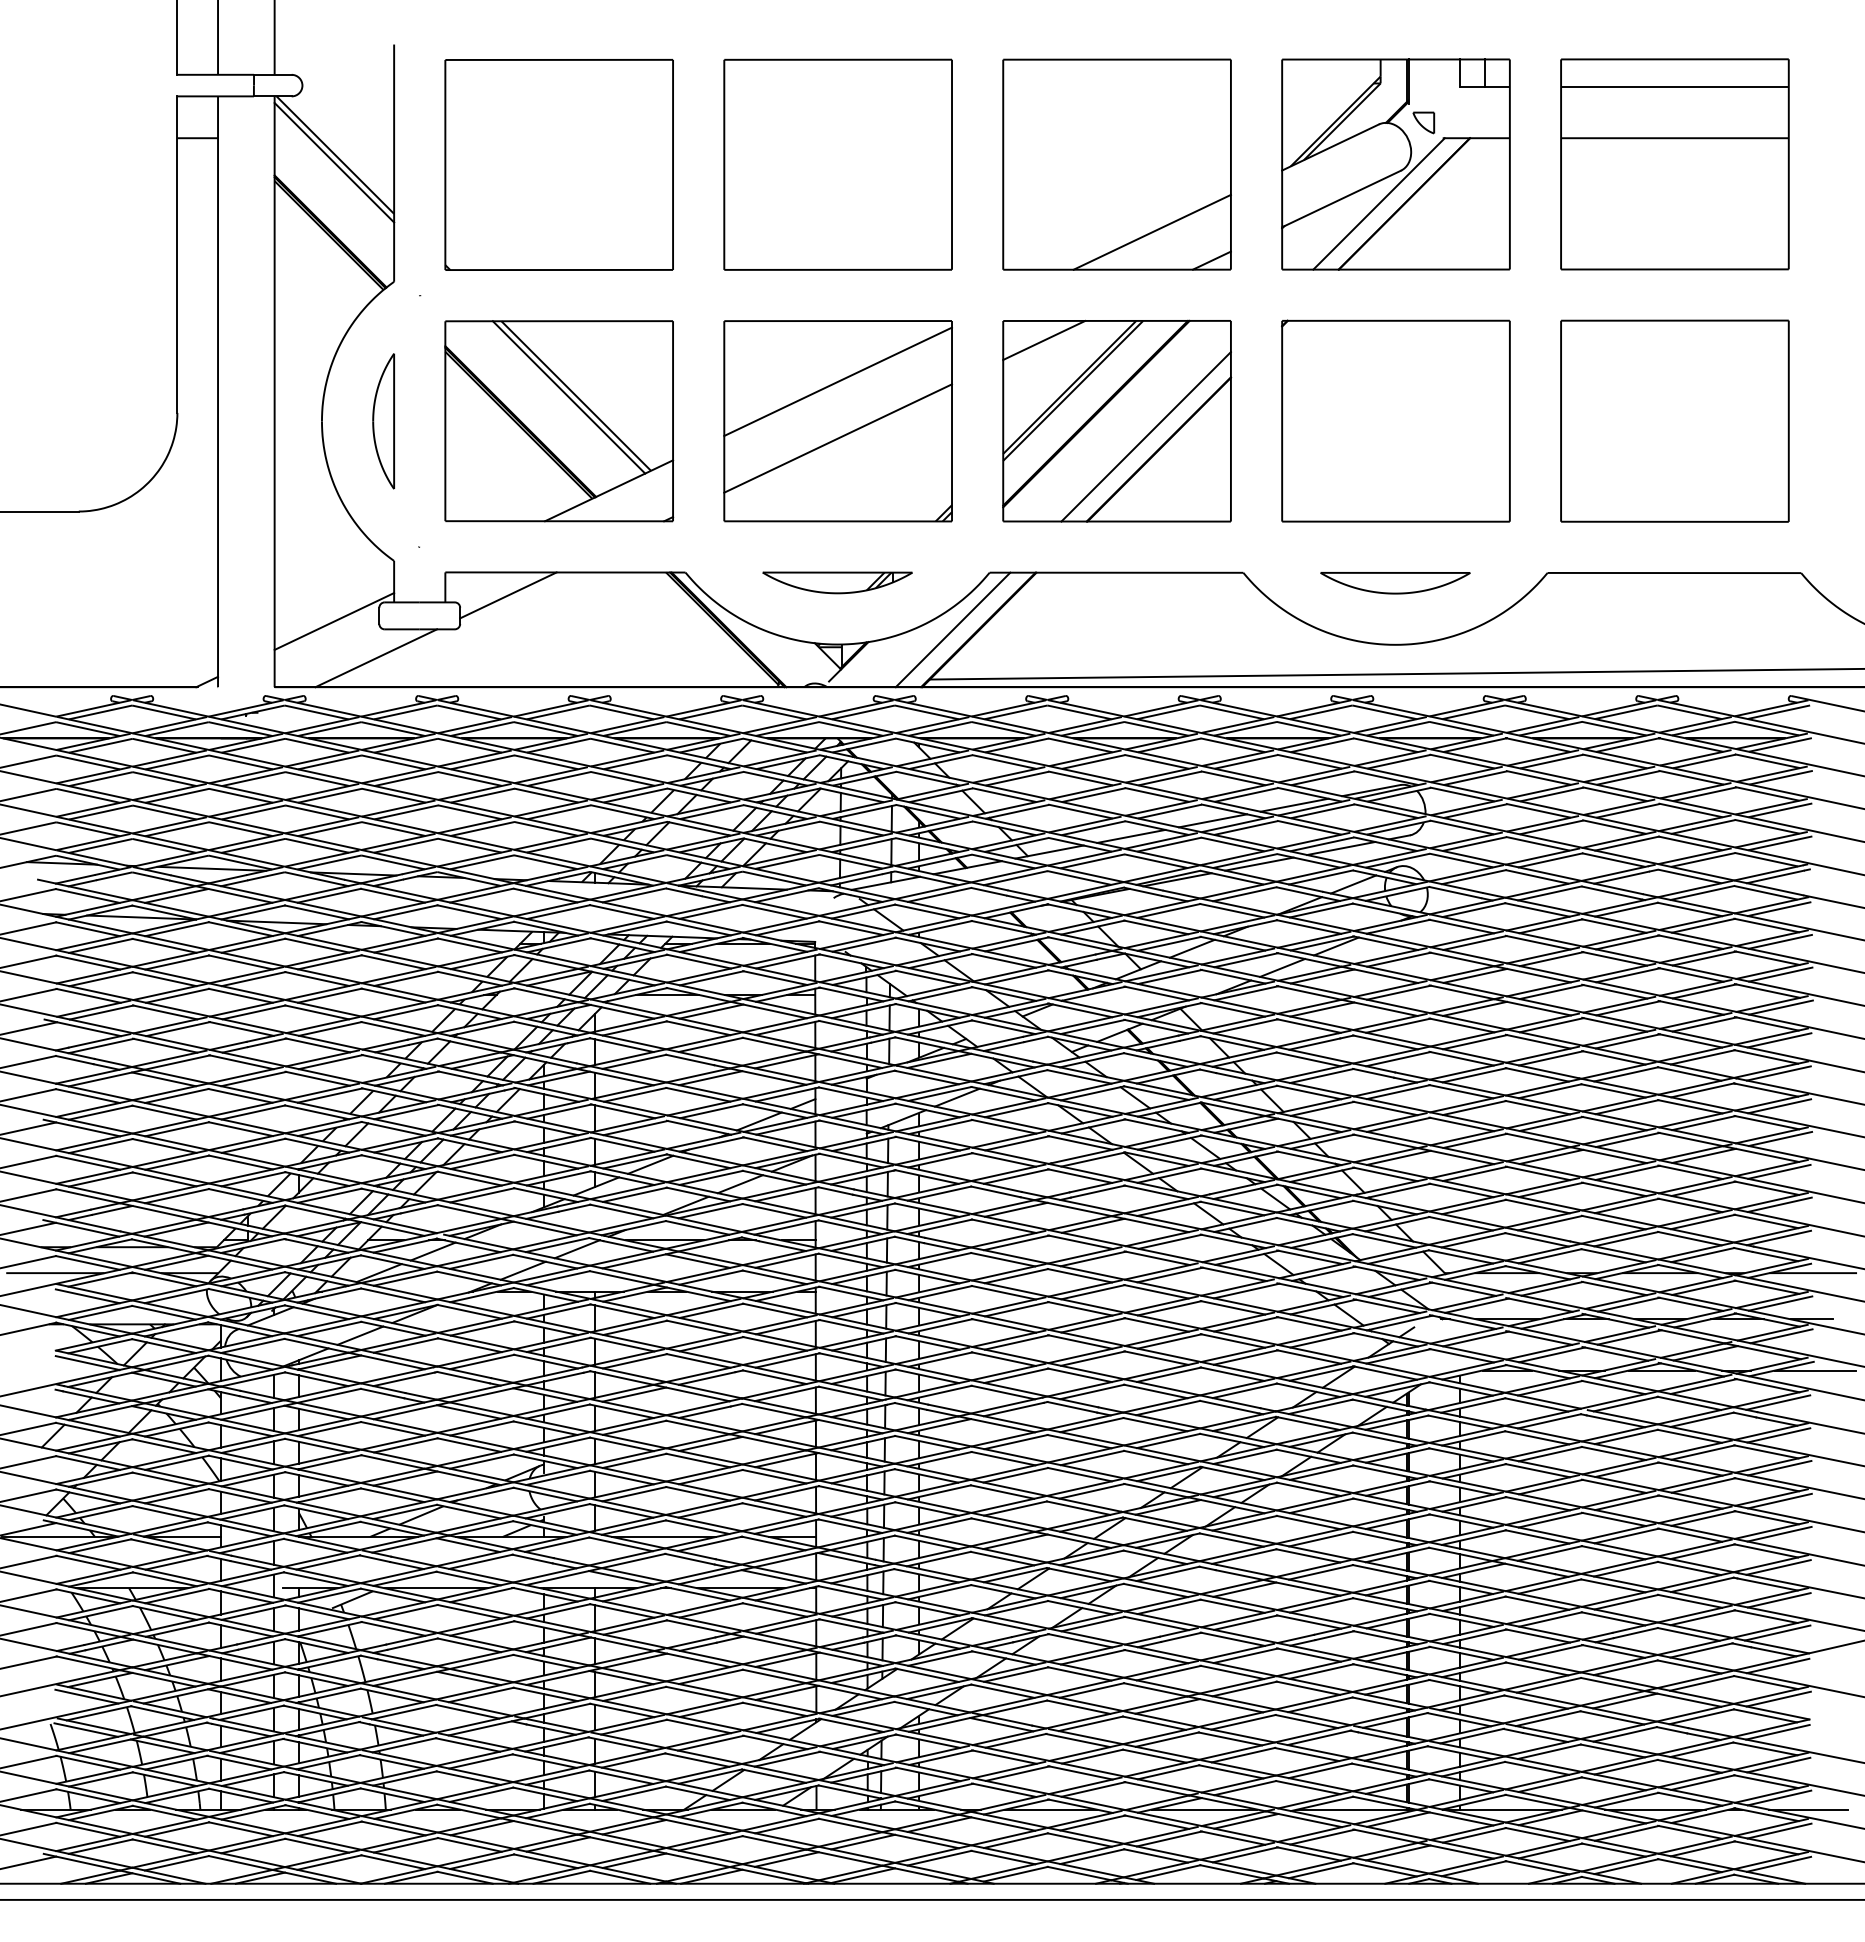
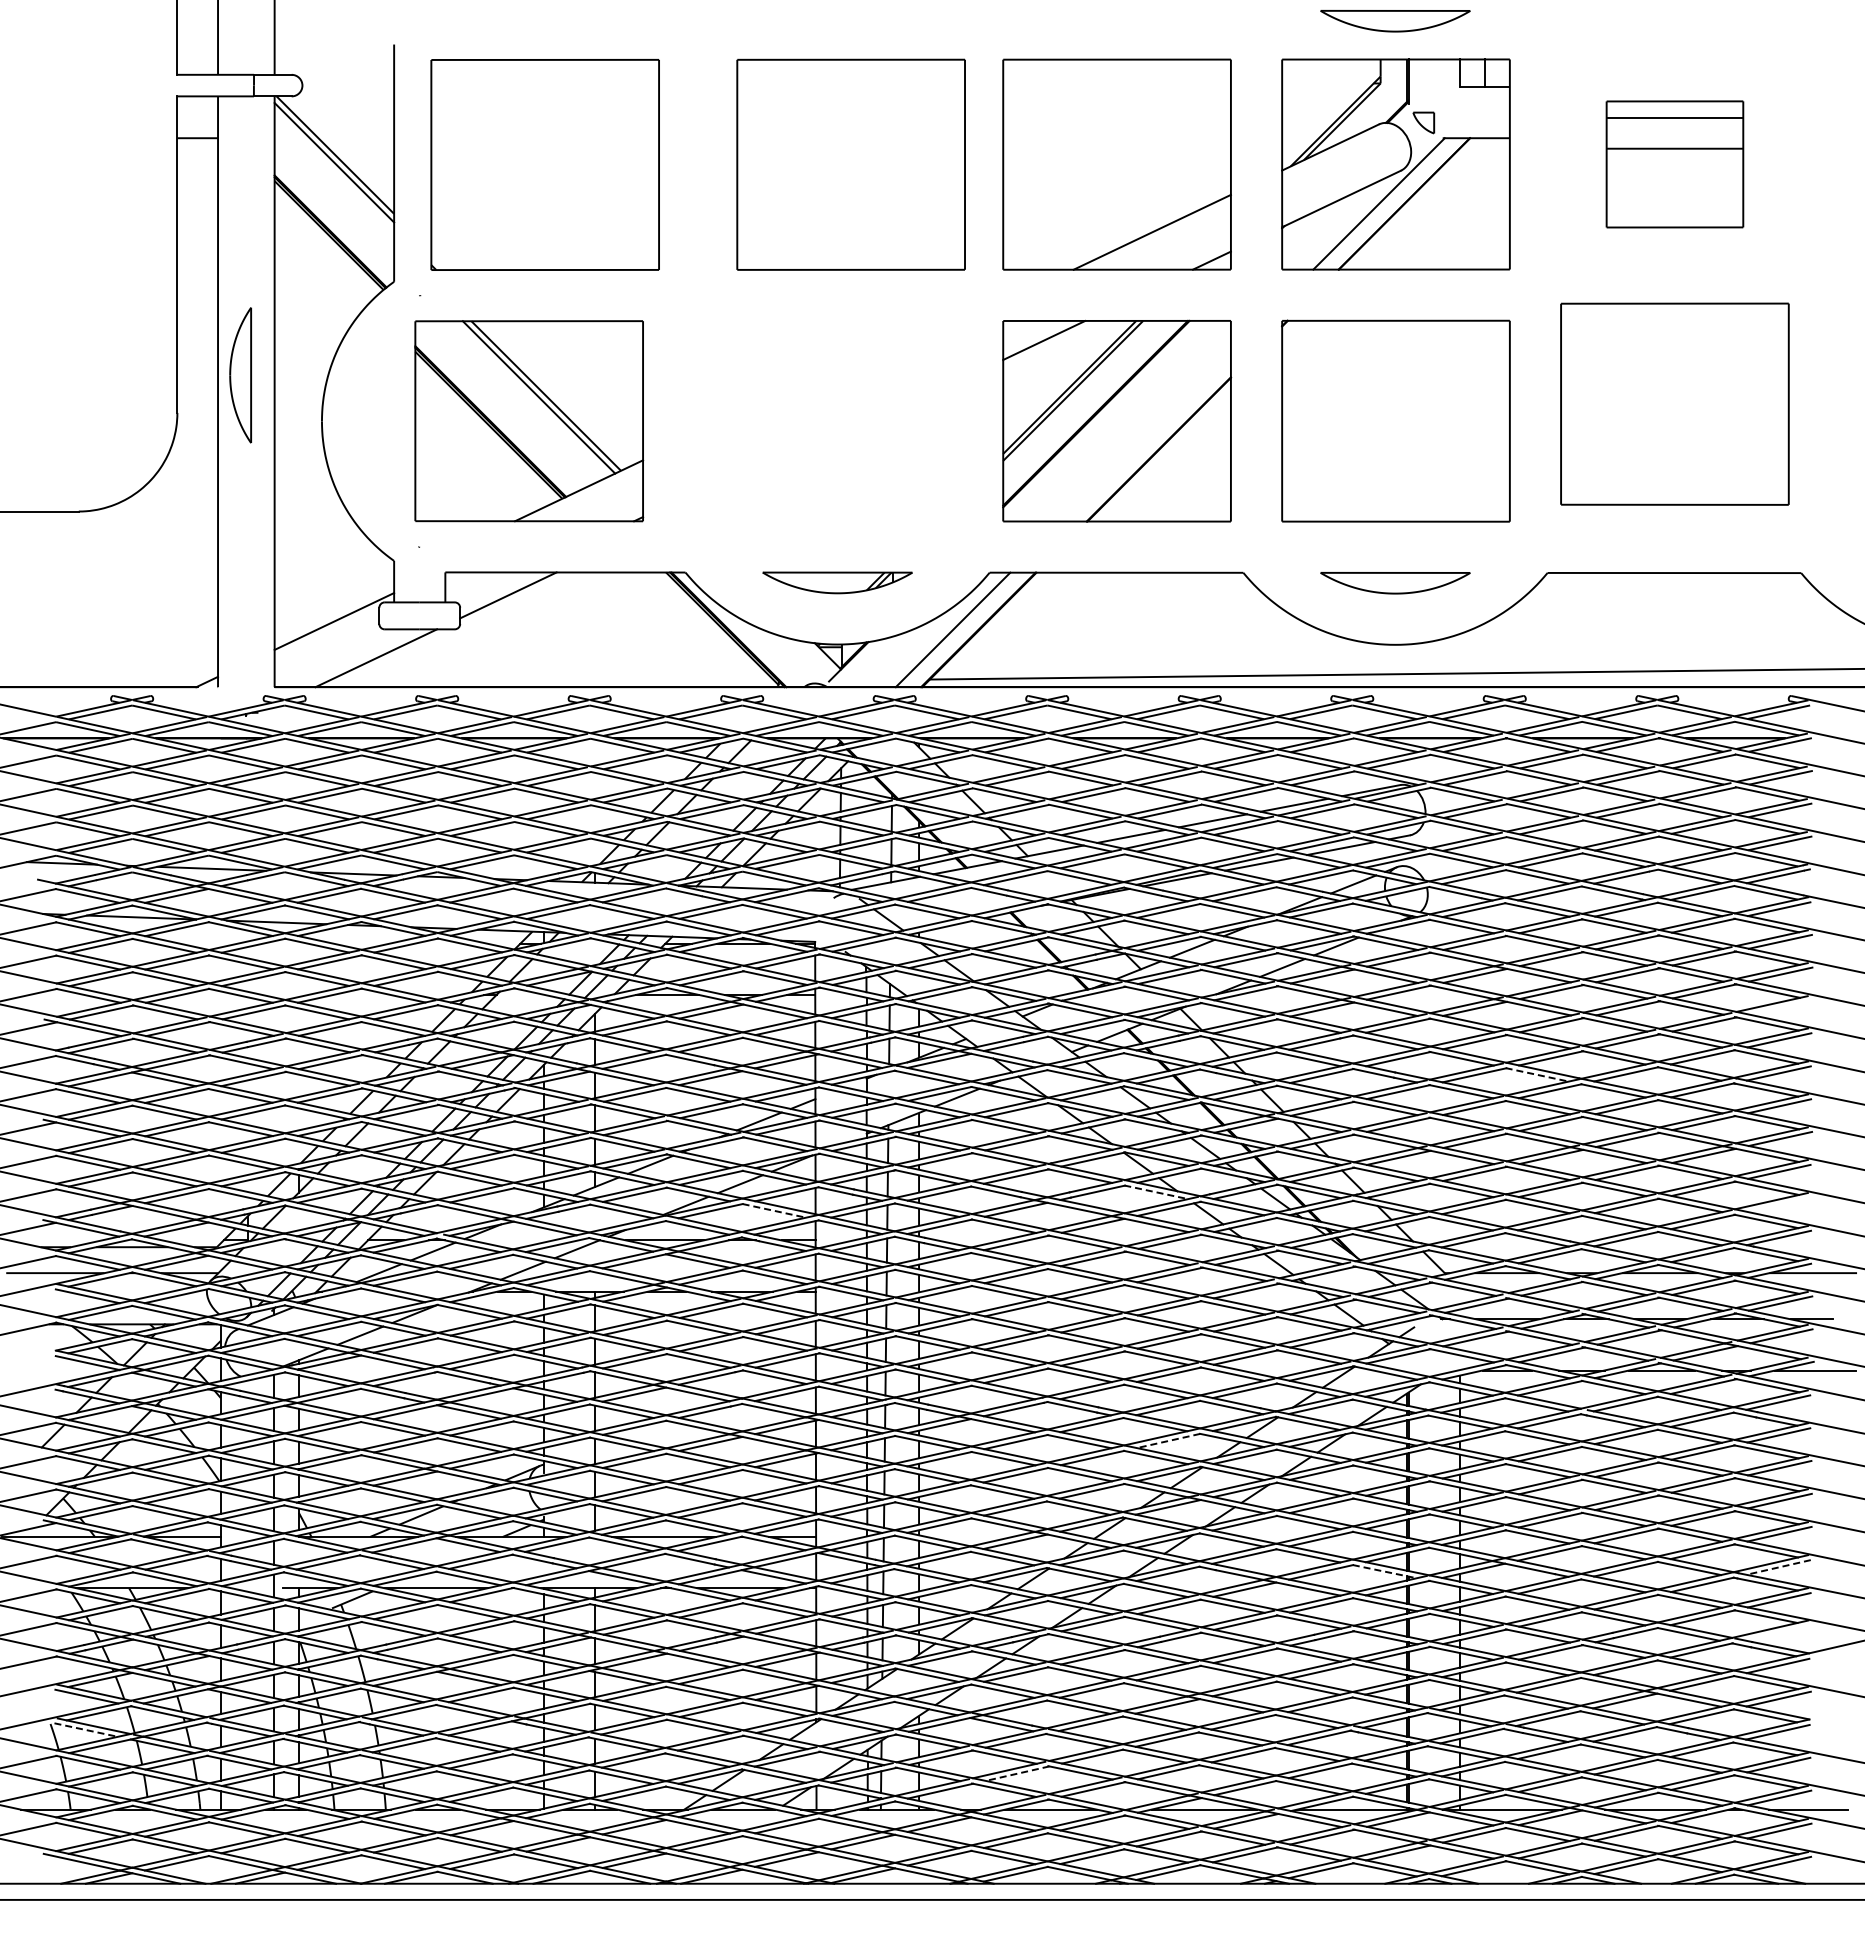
part at (1395, 21): none -> present
part at (558, 164) position: (558, 164) -> (544, 164)
part at (837, 164) position: (837, 164) -> (850, 164)
part at (1674, 164) size: 230x213 px -> 140x129 px
part at (1674, 420) position: (1674, 420) -> (1674, 403)
part at (383, 421) position: (383, 421) -> (240, 375)
part at (559, 421) position: (559, 421) -> (529, 421)
part at (837, 421): present -> none
line at (1145, 436): present -> none
line at (1780, 1007): present -> none
line at (1537, 1074): solid -> dashed
line at (1156, 1192): solid -> dashed
line at (1779, 1204): present -> none
line at (774, 1210): solid -> dashed
line at (1168, 1441): solid -> dashed
line at (1778, 1567): solid -> dashed
line at (1384, 1571): solid -> dashed
line at (1777, 1632): present -> none
line at (86, 1730): solid -> dashed
line at (1017, 1773): solid -> dashed
line at (29, 1862): present -> none
